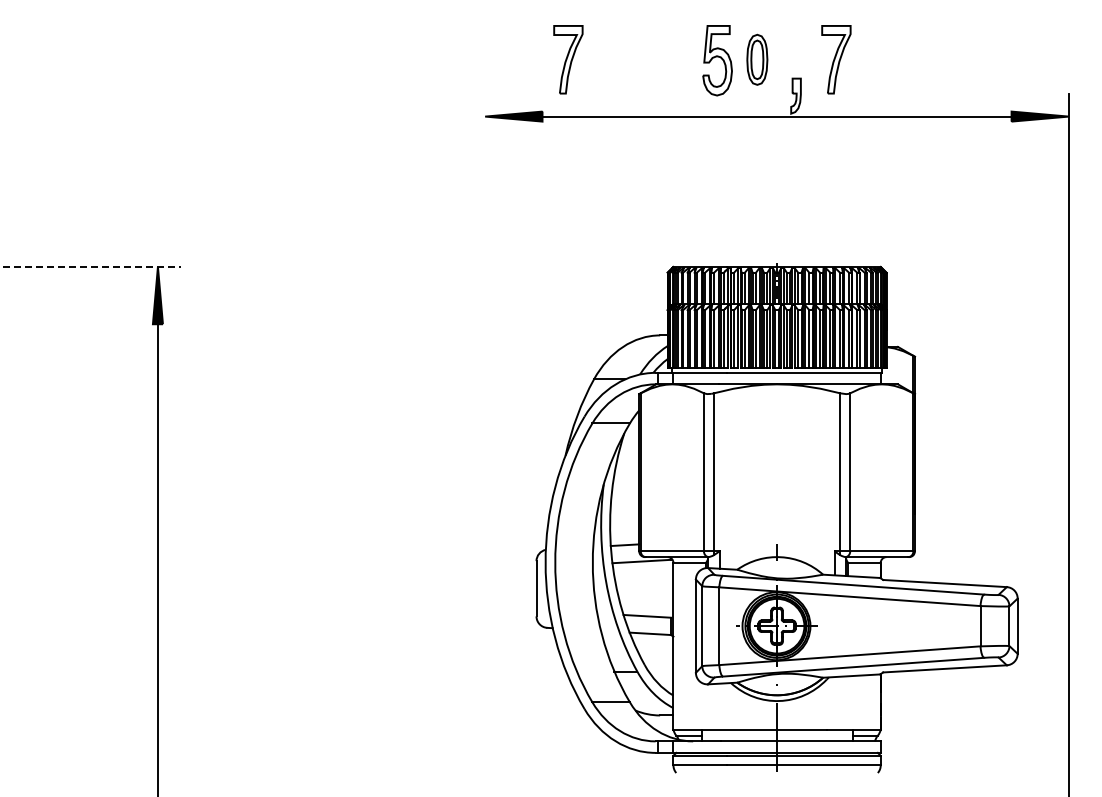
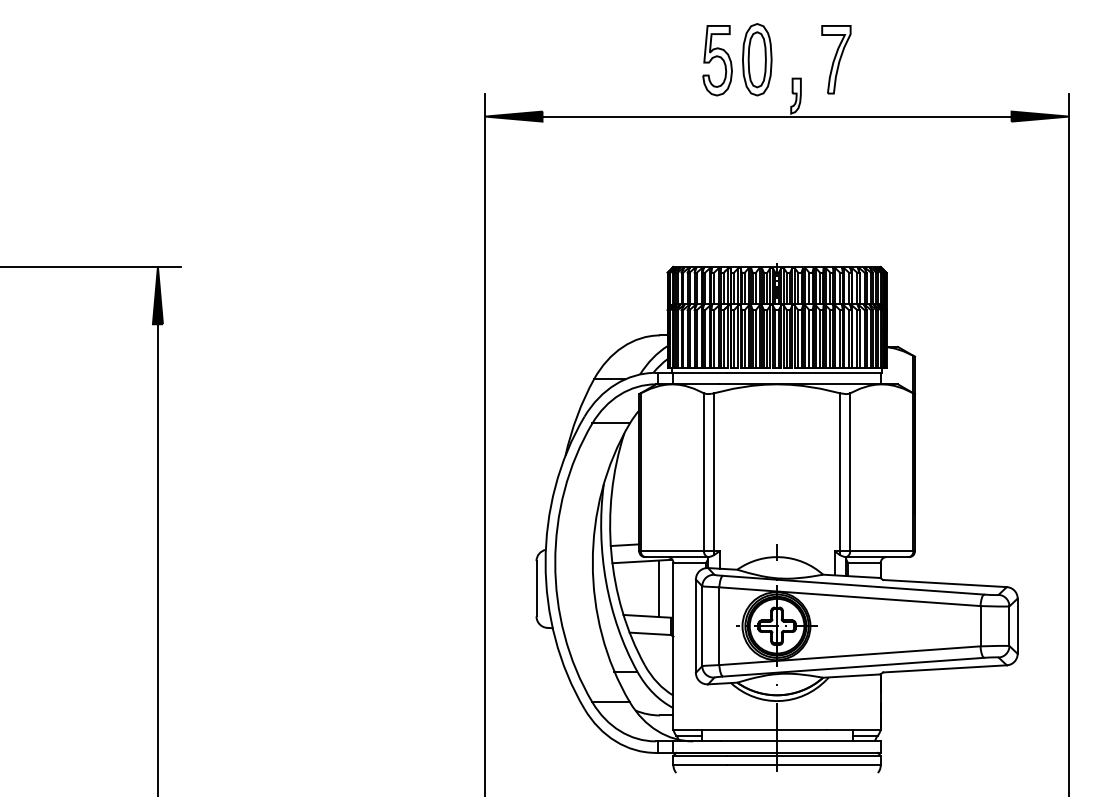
part at (568, 59): present -> none
part at (757, 59) size: 23x53 px -> 31x74 px
line at (91, 266): dashed -> solid
line at (485, 443): none -> present
line at (658, 588): none -> present
